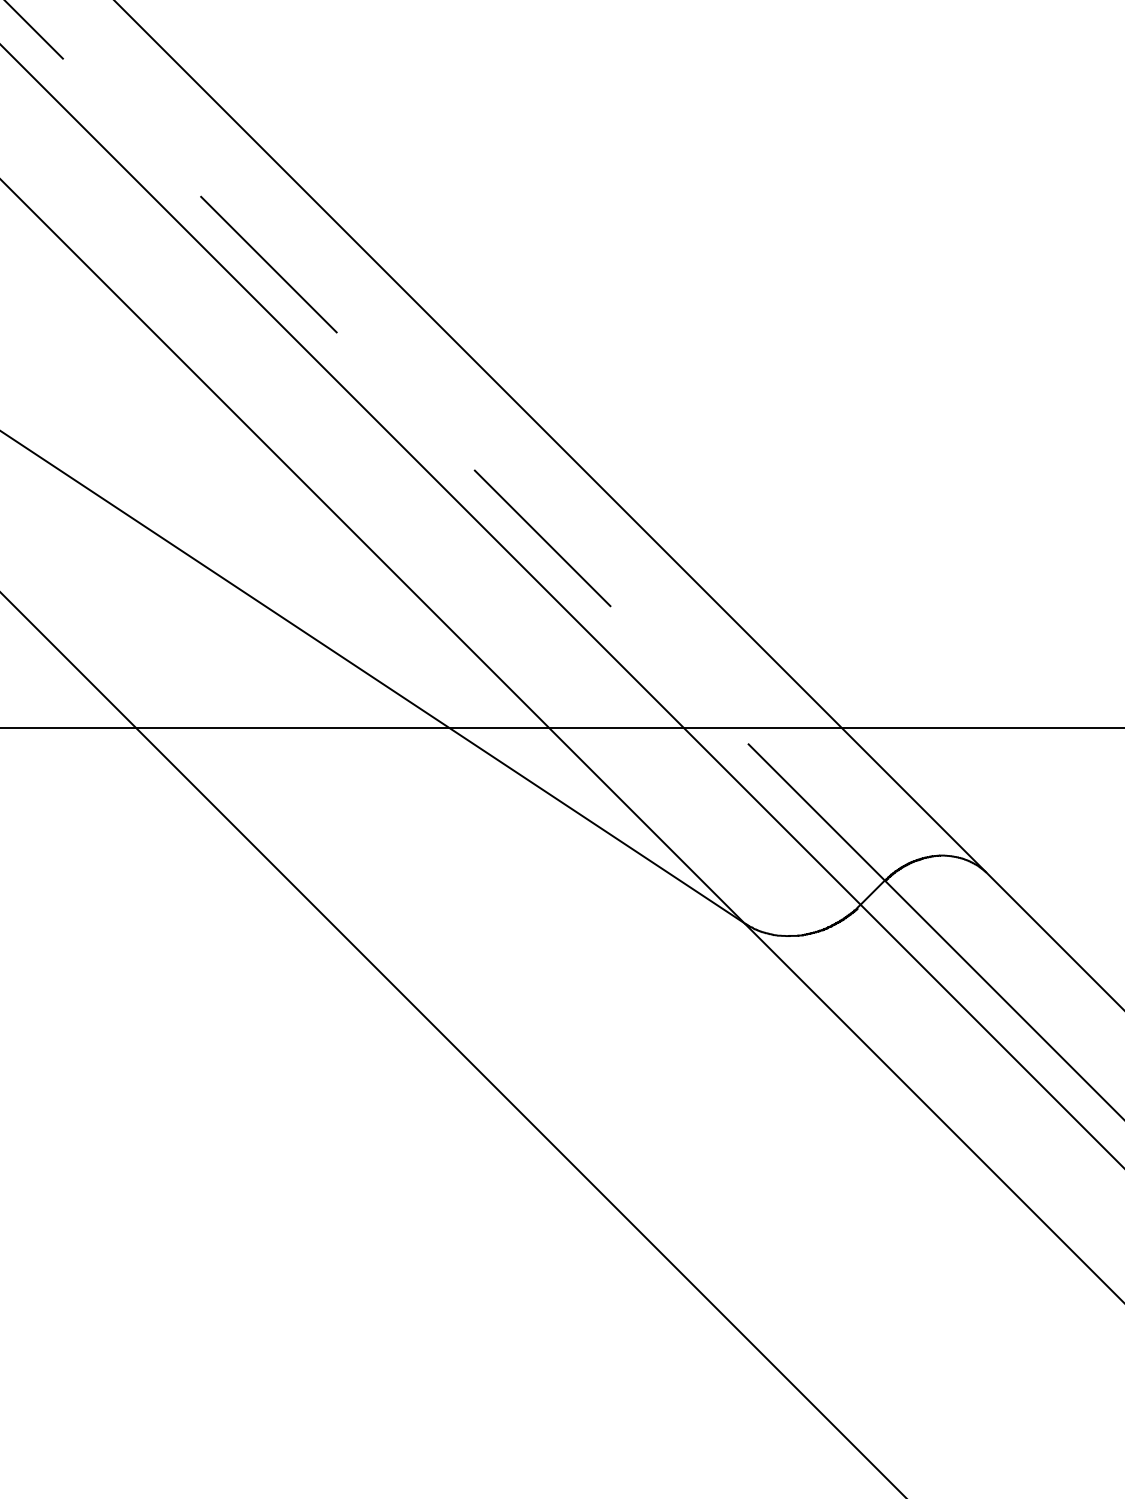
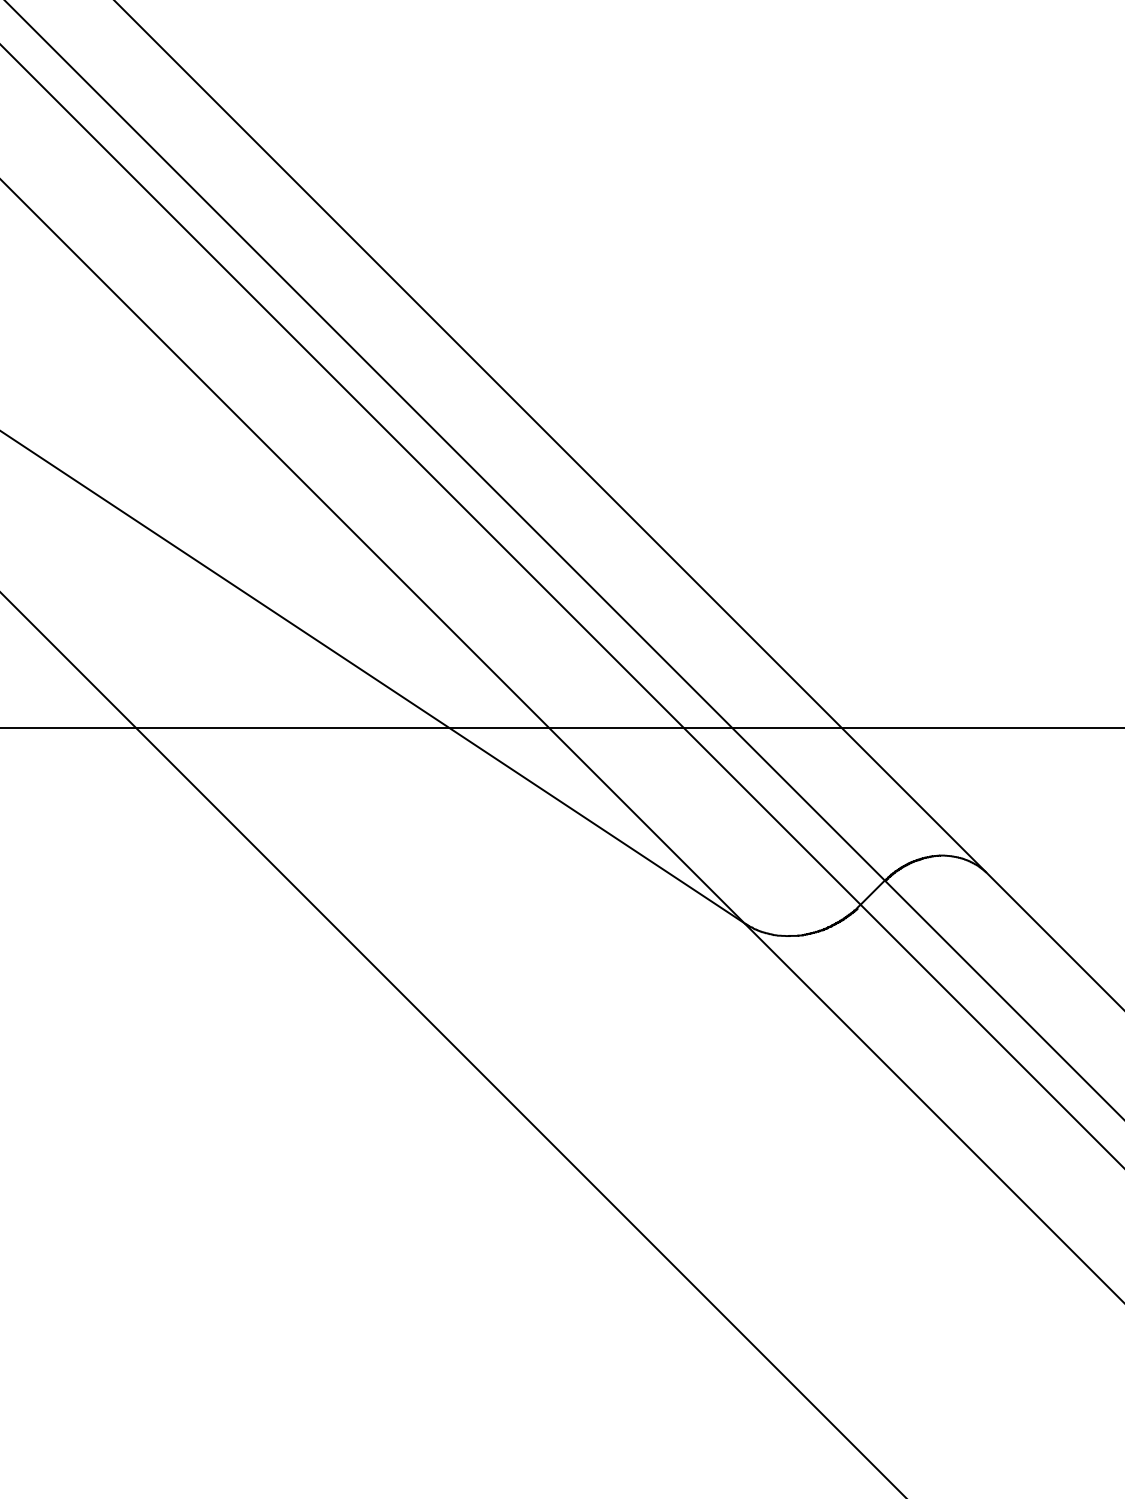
line at (444, 440): dashed -> solid
